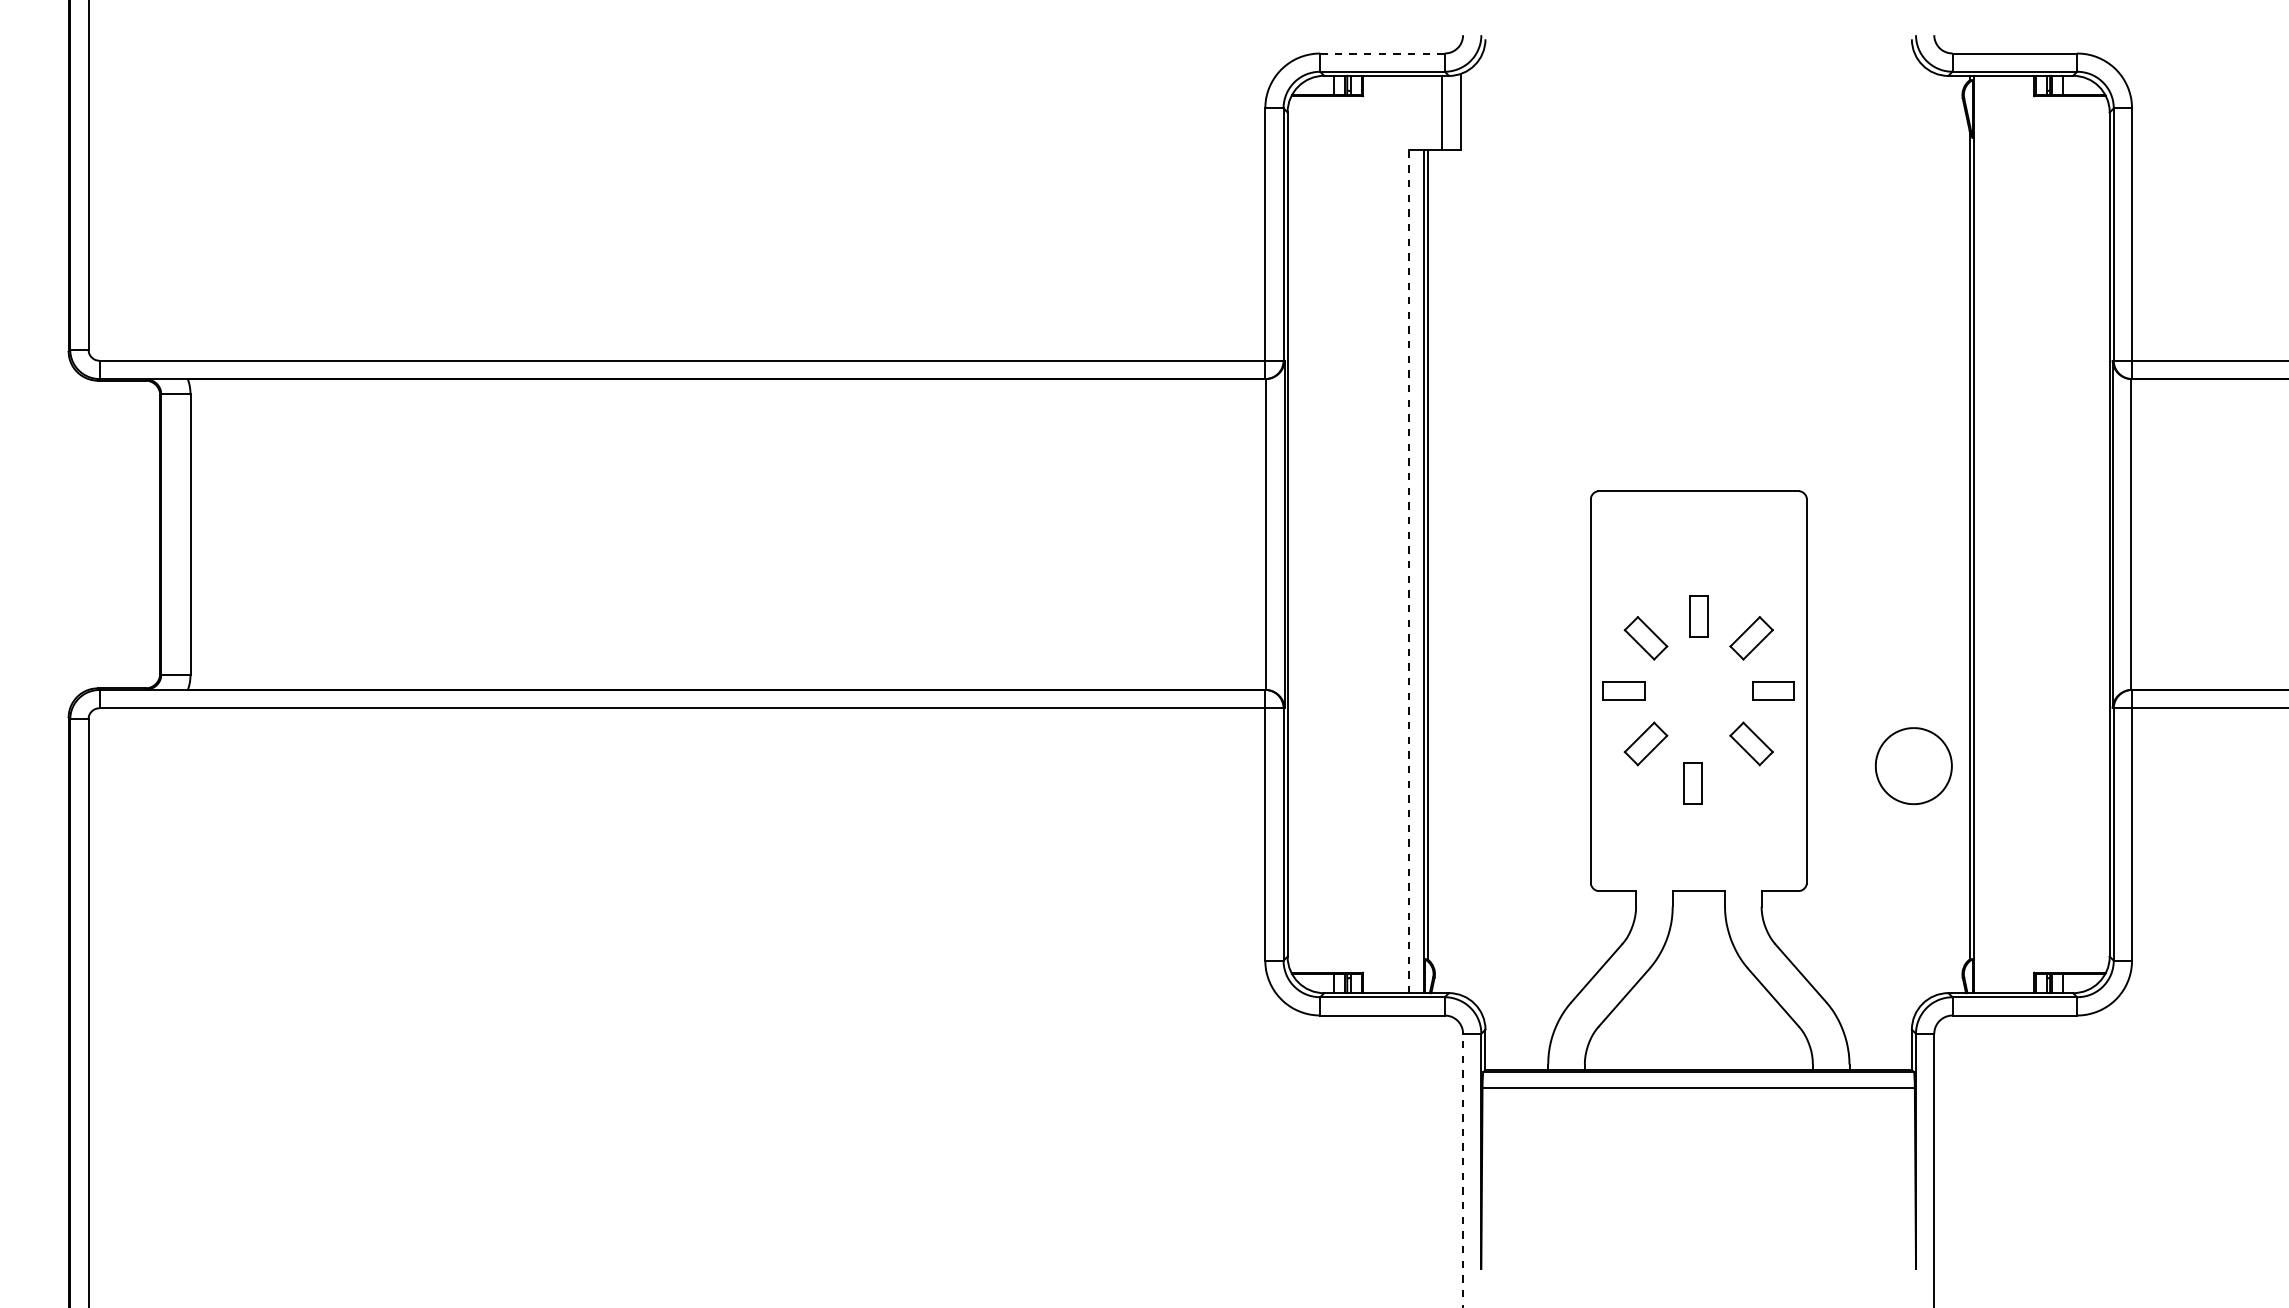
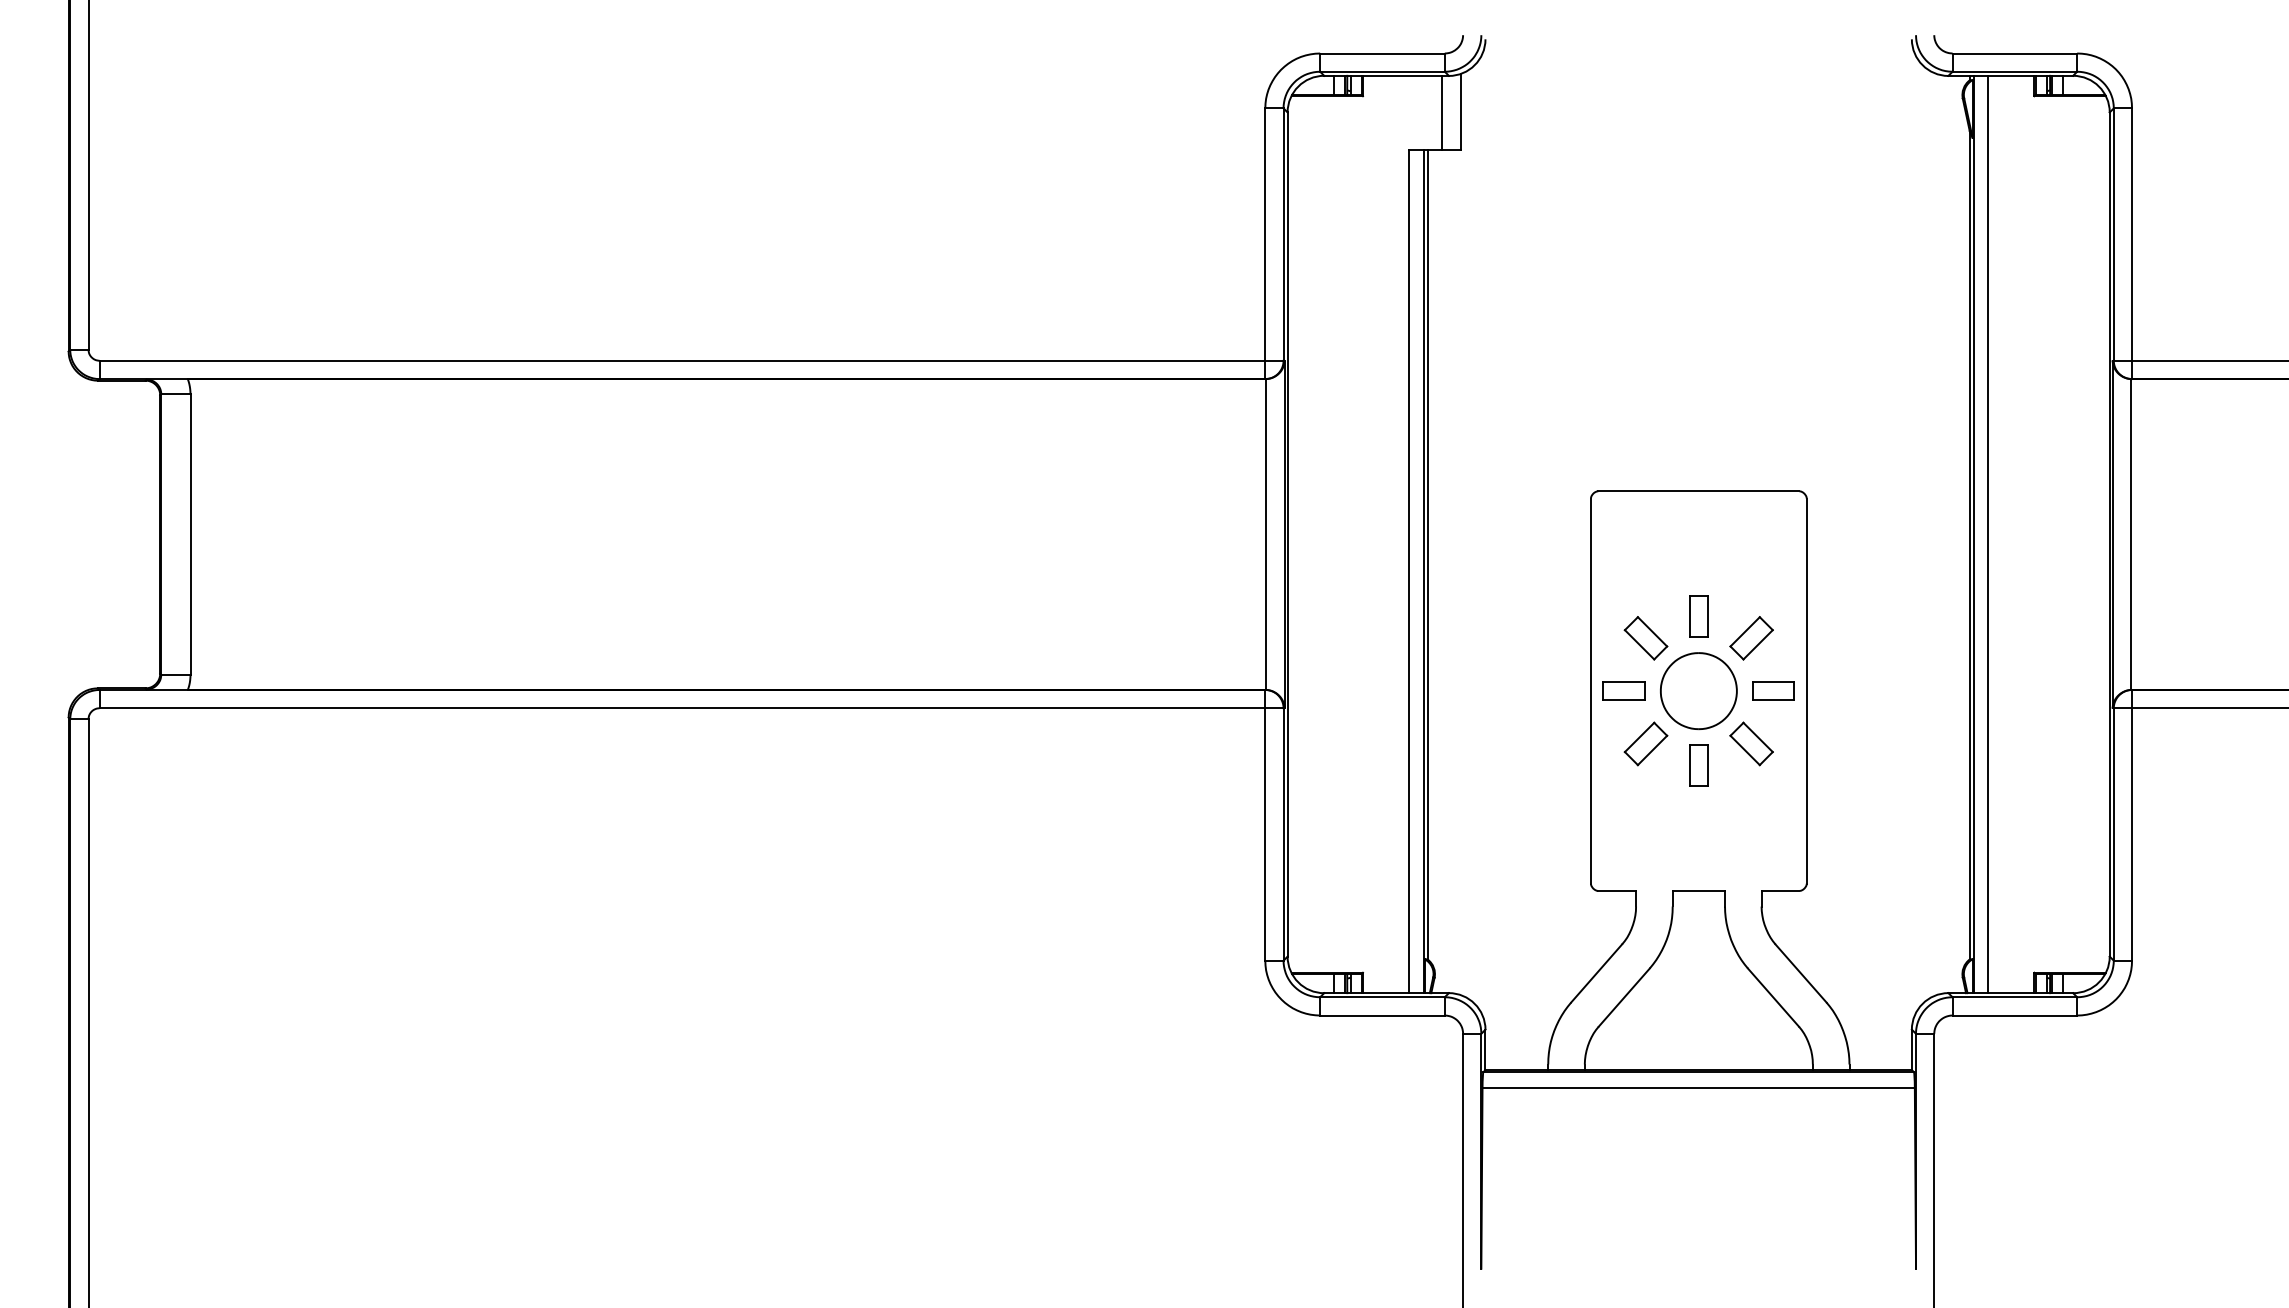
line at (1382, 53): dashed -> solid
line at (1988, 534): none -> present
line at (1409, 571): dashed -> solid
part at (1913, 766) position: (1913, 766) -> (1698, 691)
part at (1692, 783) position: (1692, 783) -> (1698, 765)
line at (1463, 1170): dashed -> solid
